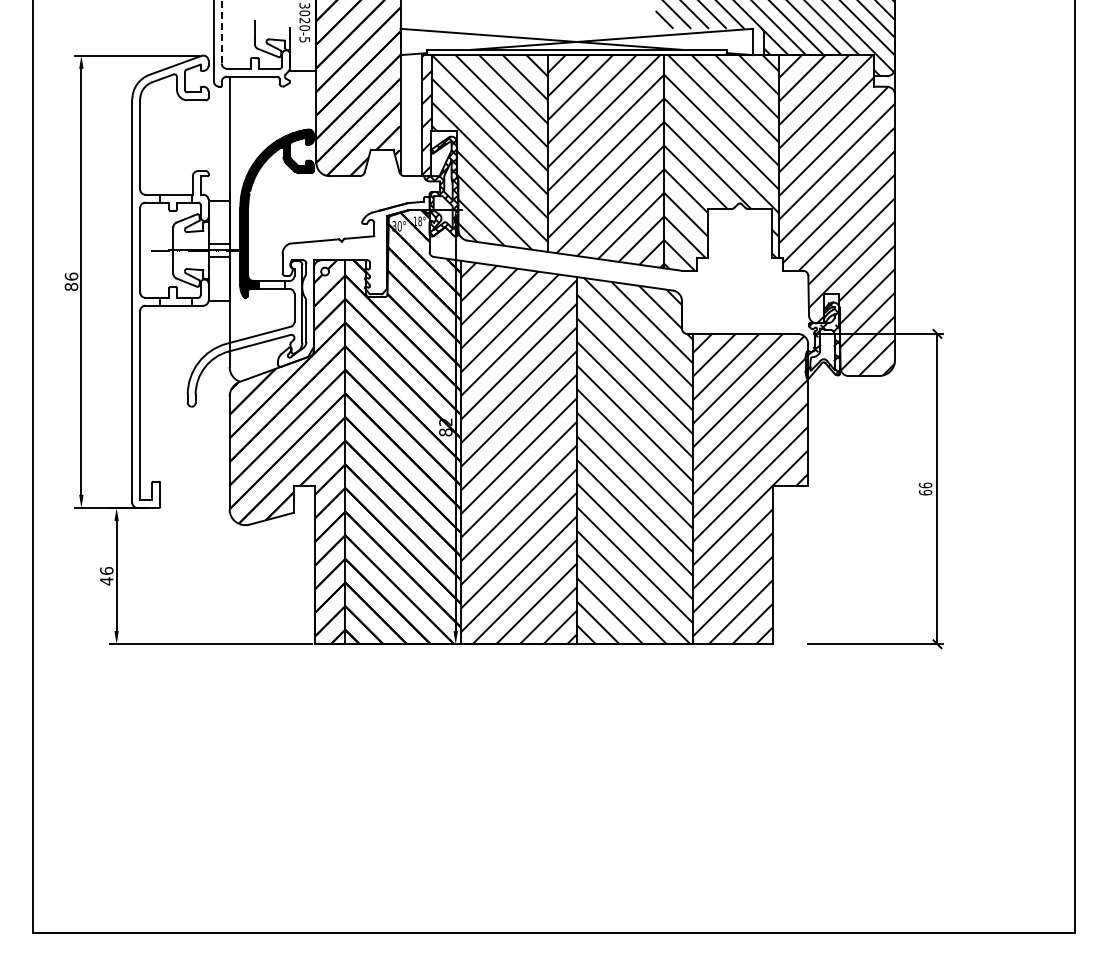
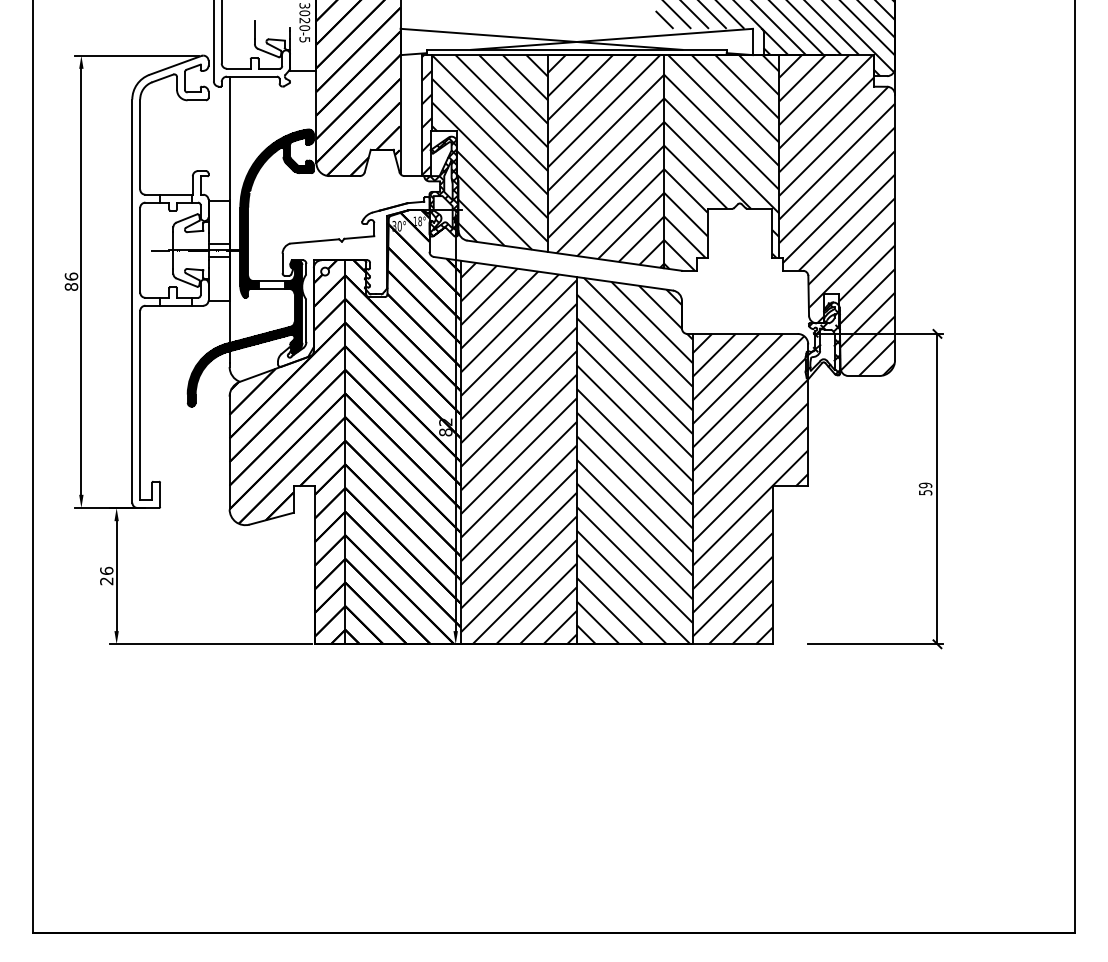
line at (221, 31): dashed -> solid
hatch at (244, 333): none -> present
text at (925, 488): 66 -> 59
text at (106, 581): 46 -> 26
